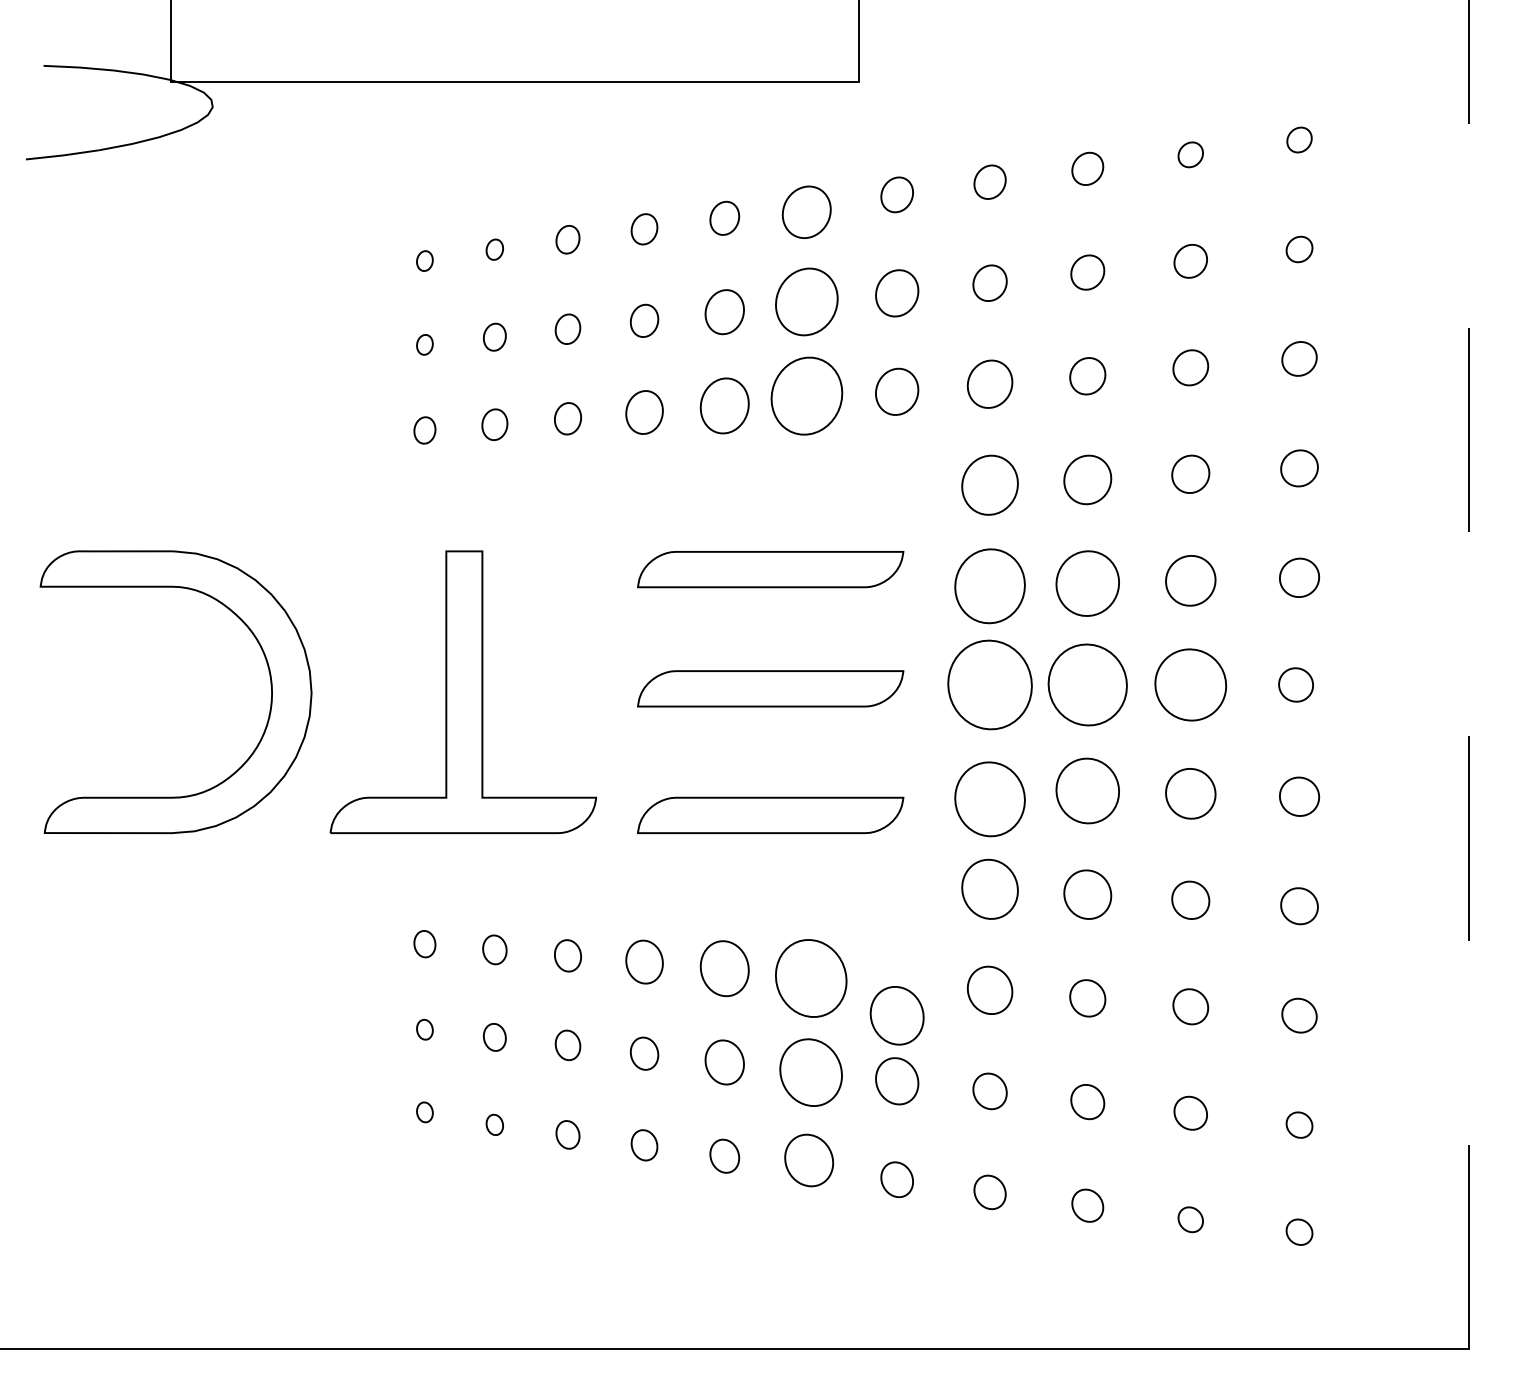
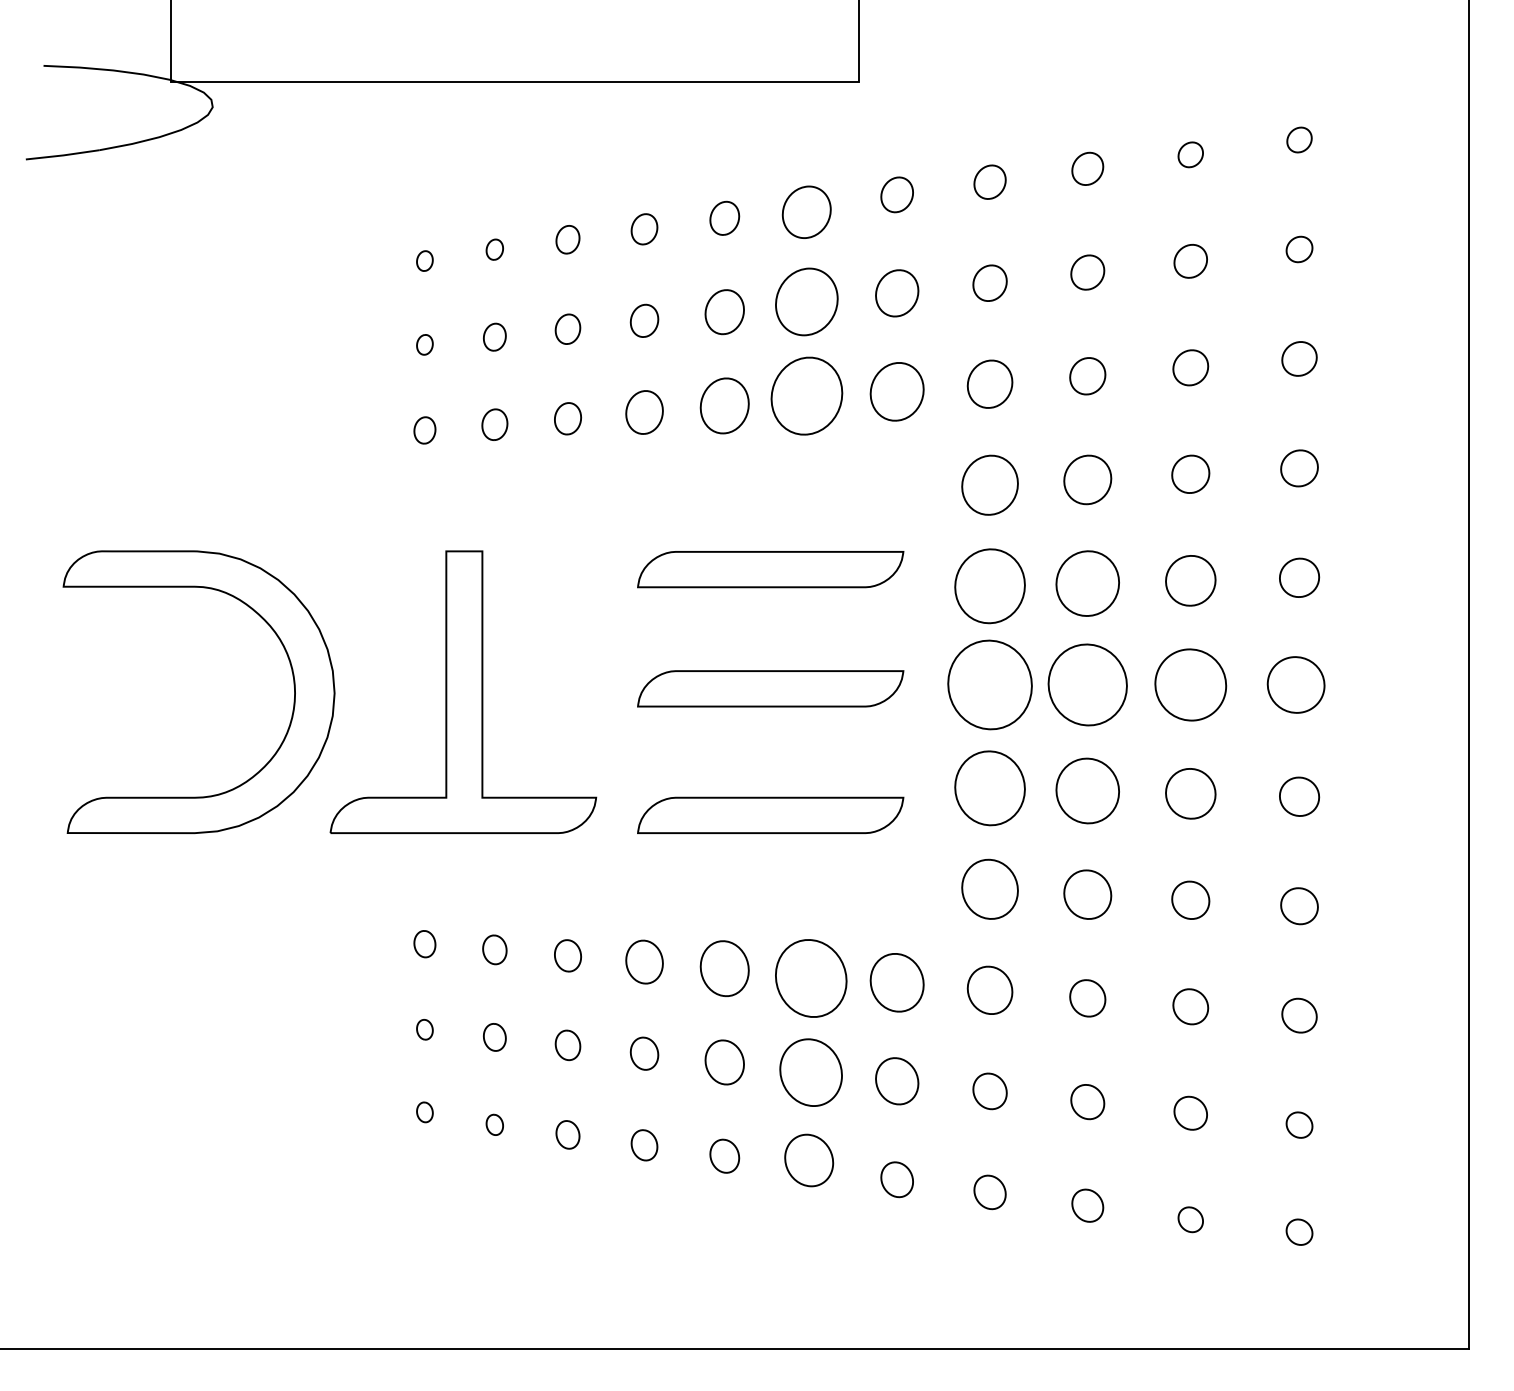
part at (897, 391) size: 45x49 px -> 56x60 px
line at (1468, 674): dashed -> solid
part at (1295, 684) size: 36x36 px -> 60x58 px
part at (270, 686) position: (270, 686) -> (293, 686)
part at (989, 799) position: (989, 799) -> (989, 788)
part at (896, 1015) position: (896, 1015) -> (896, 982)
